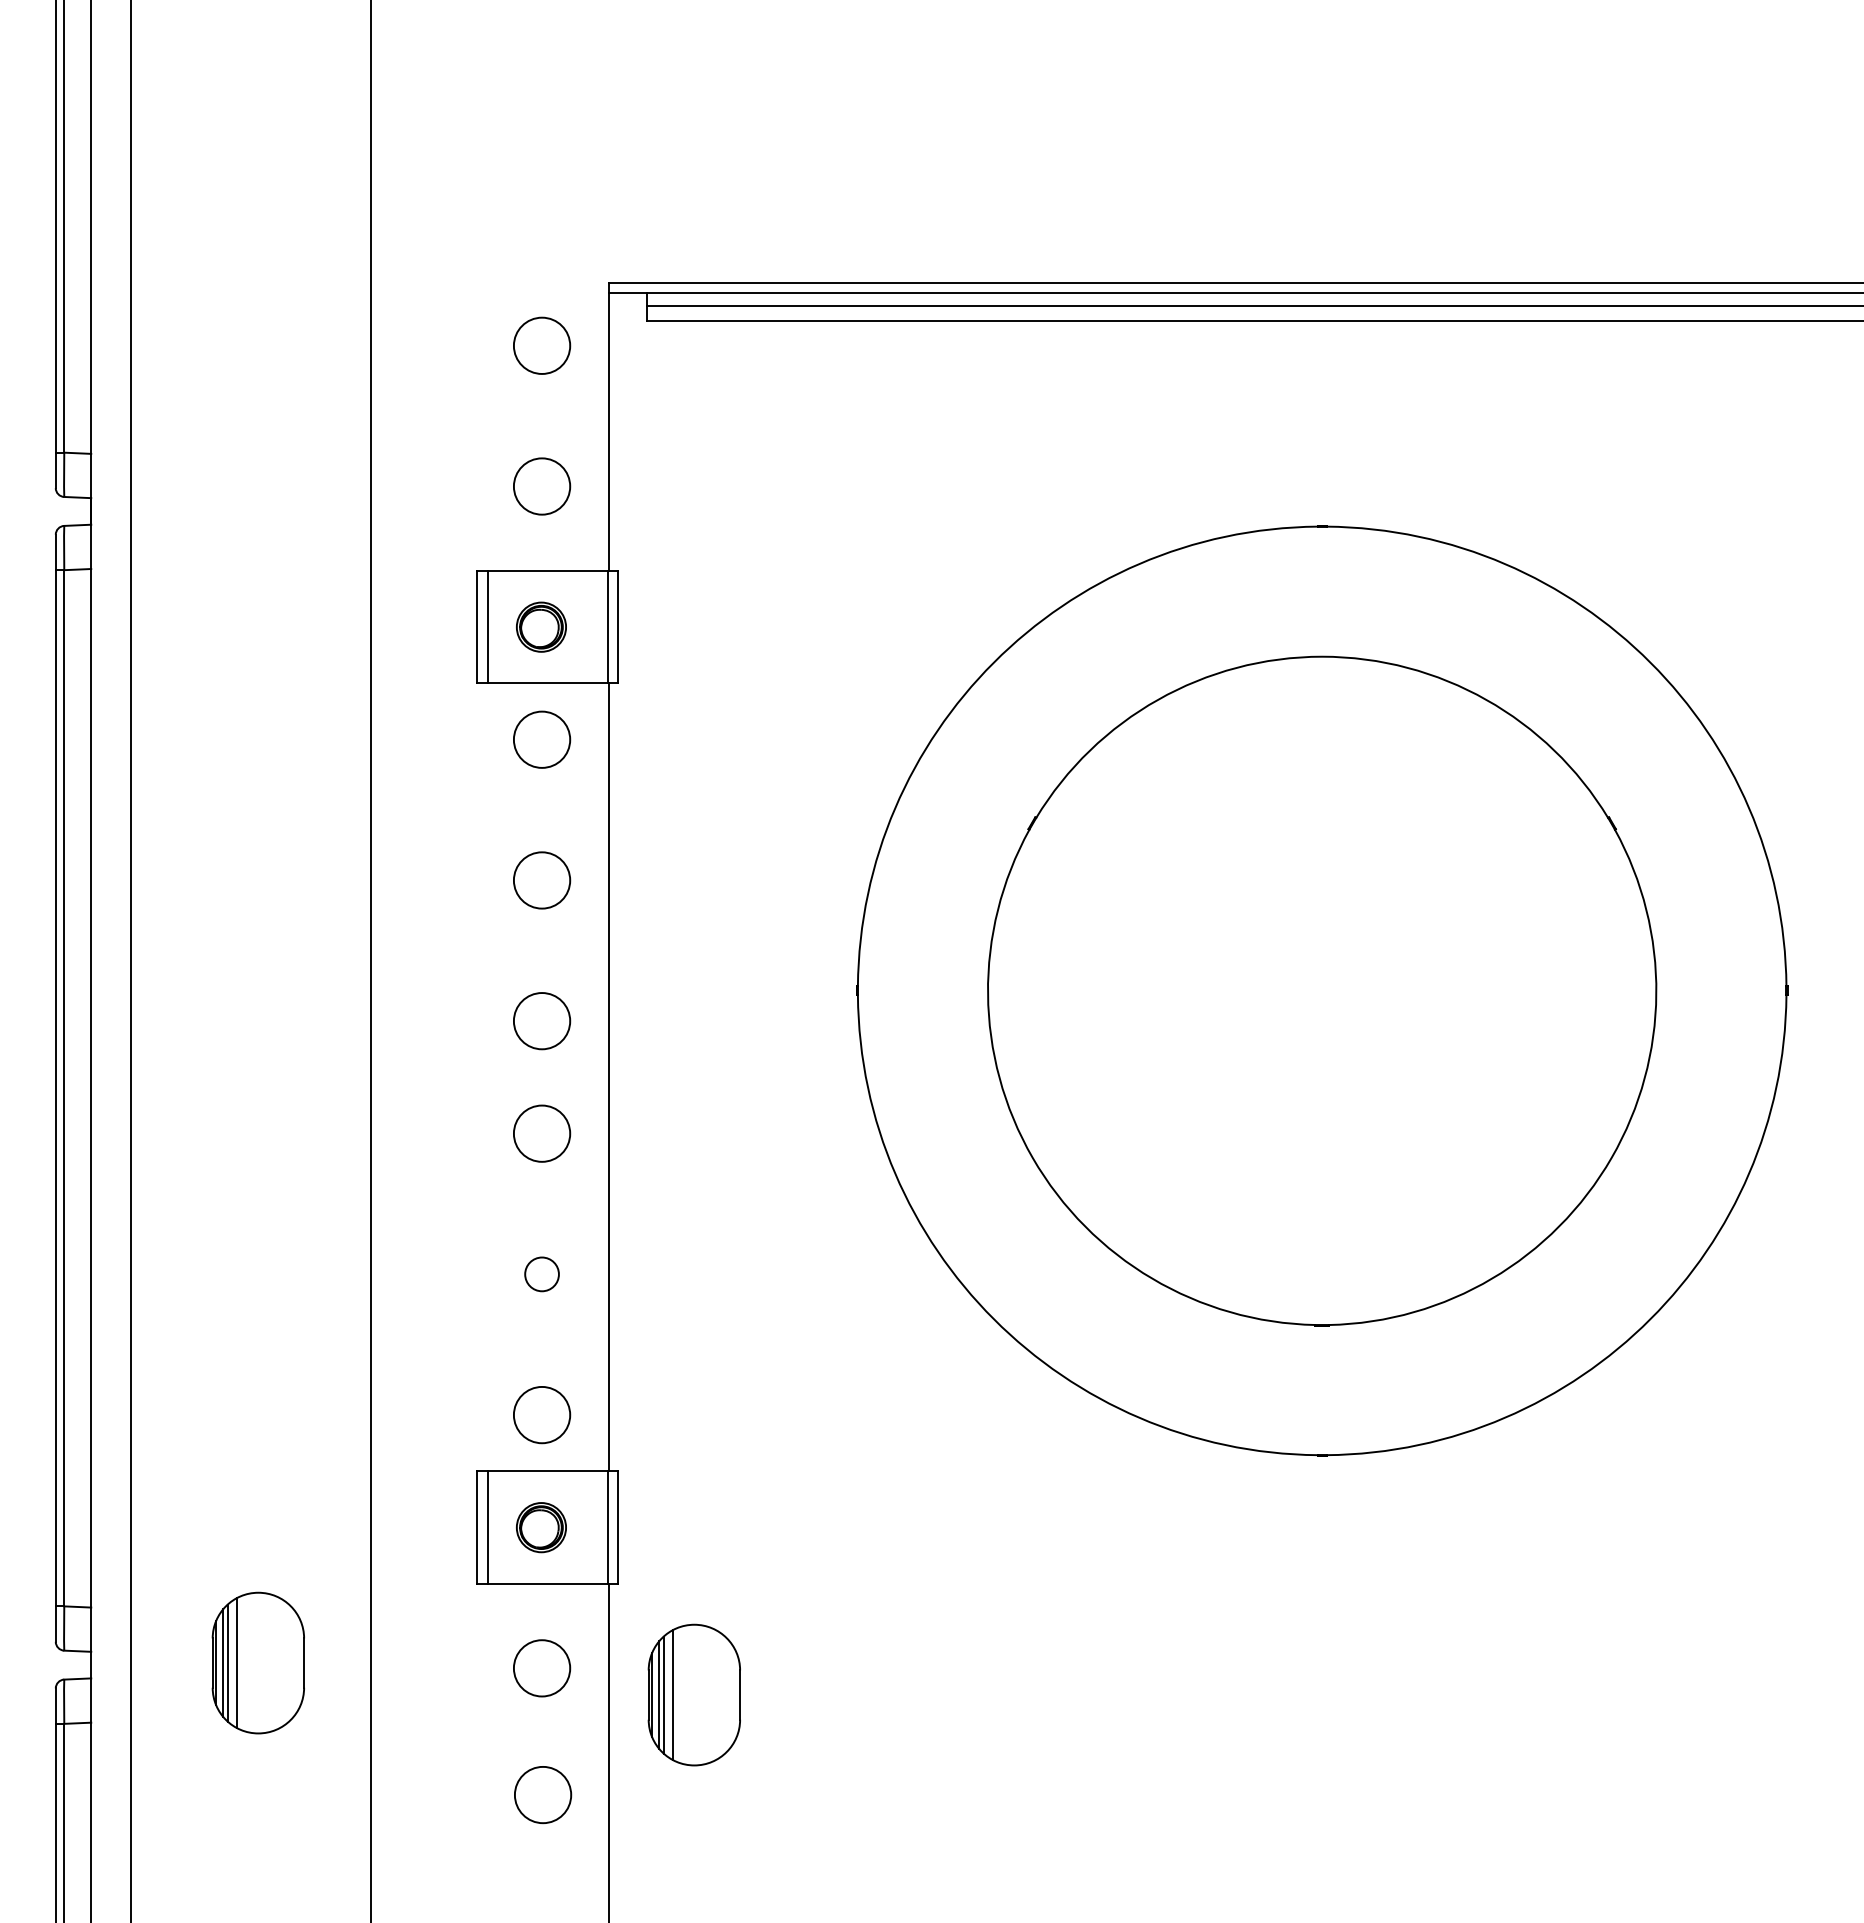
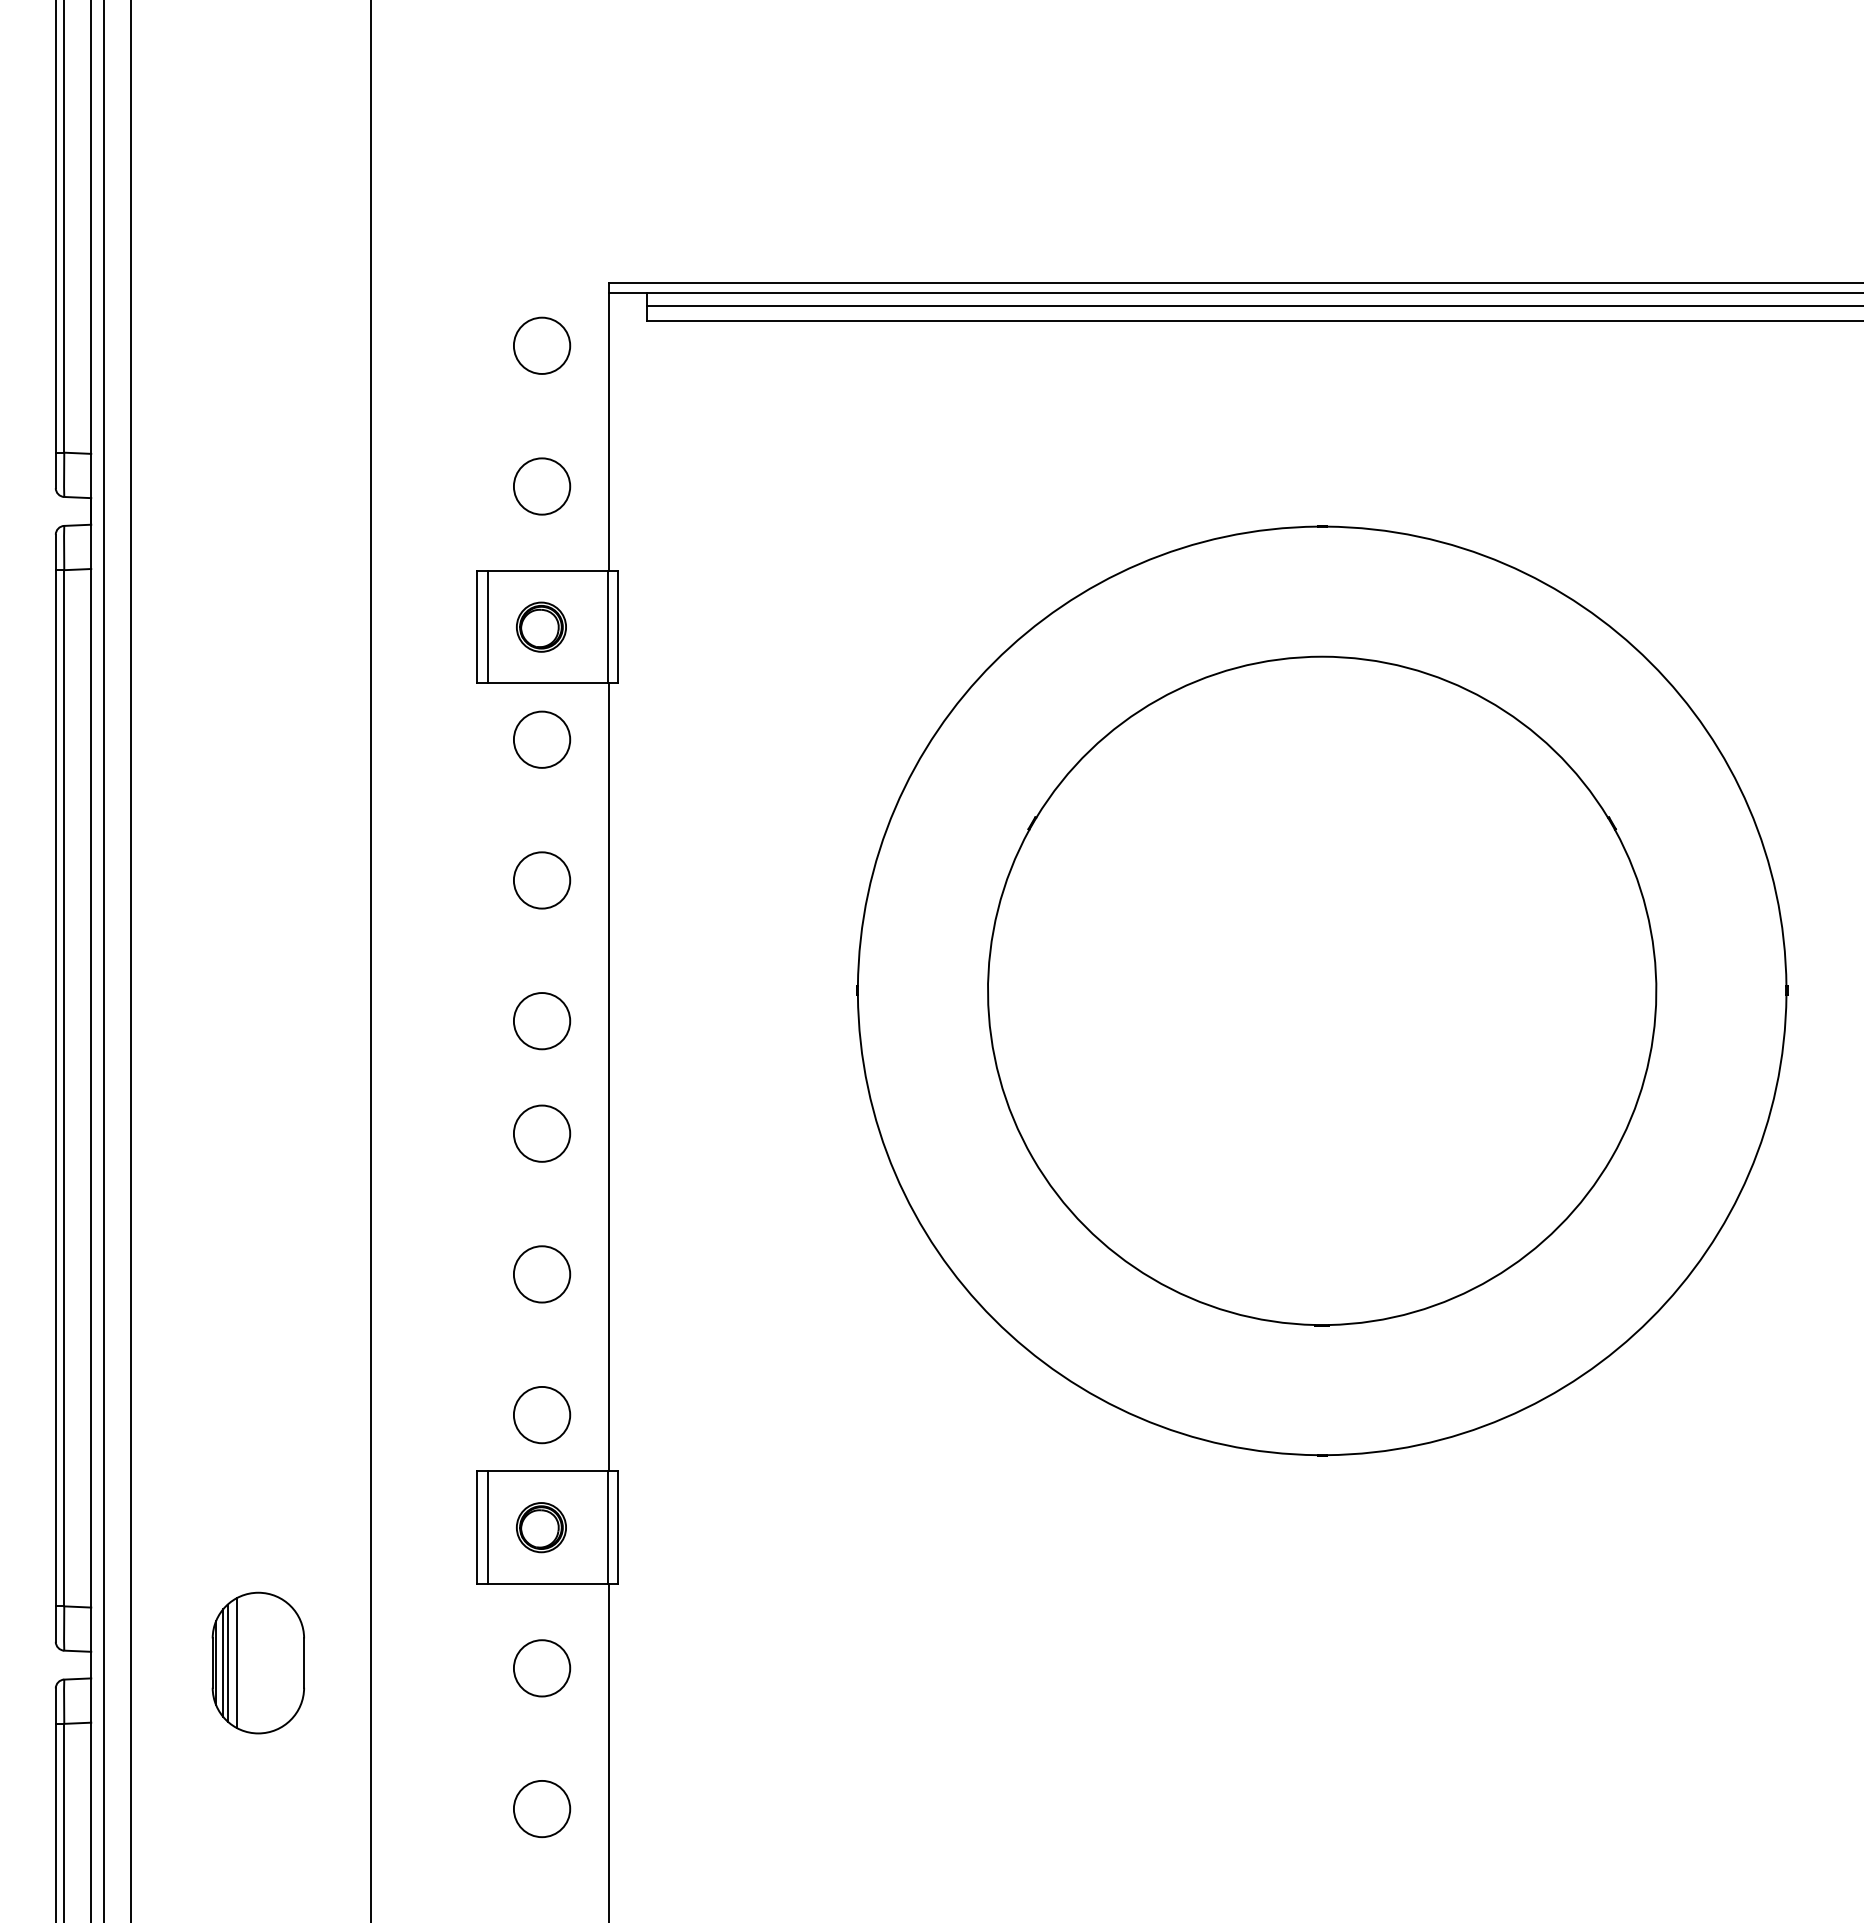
line at (103, 960): none -> present
circle at (541, 1274) diameter: 34 px -> 56 px
part at (693, 1694): present -> none
circle at (543, 1795) position: (543, 1795) -> (542, 1809)
